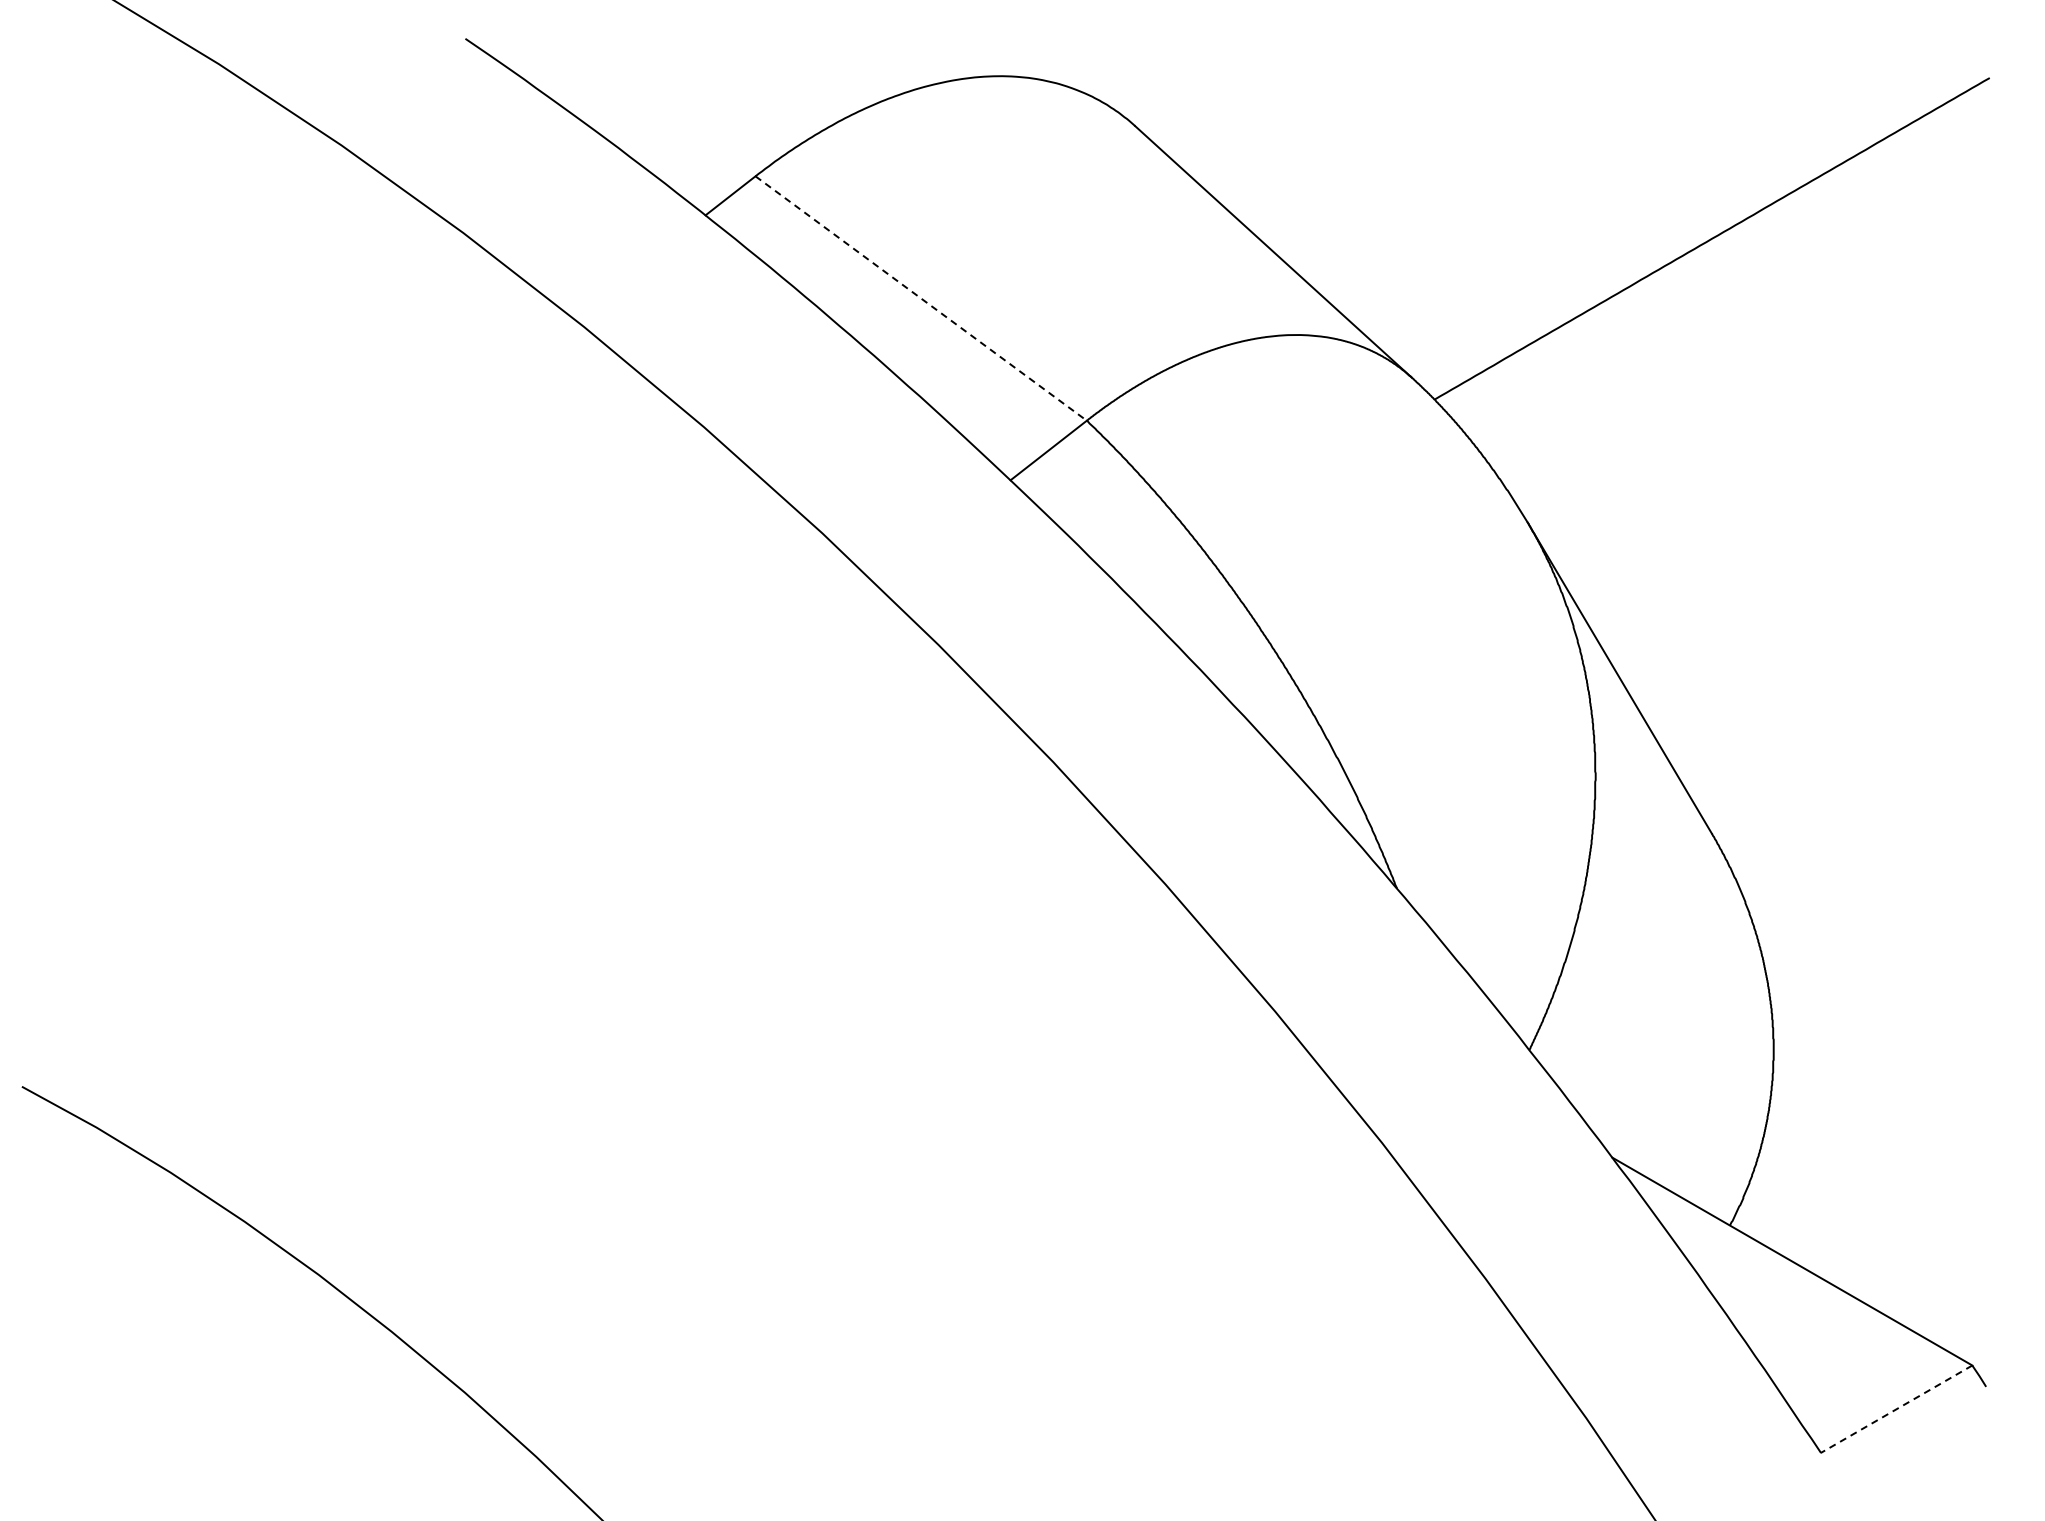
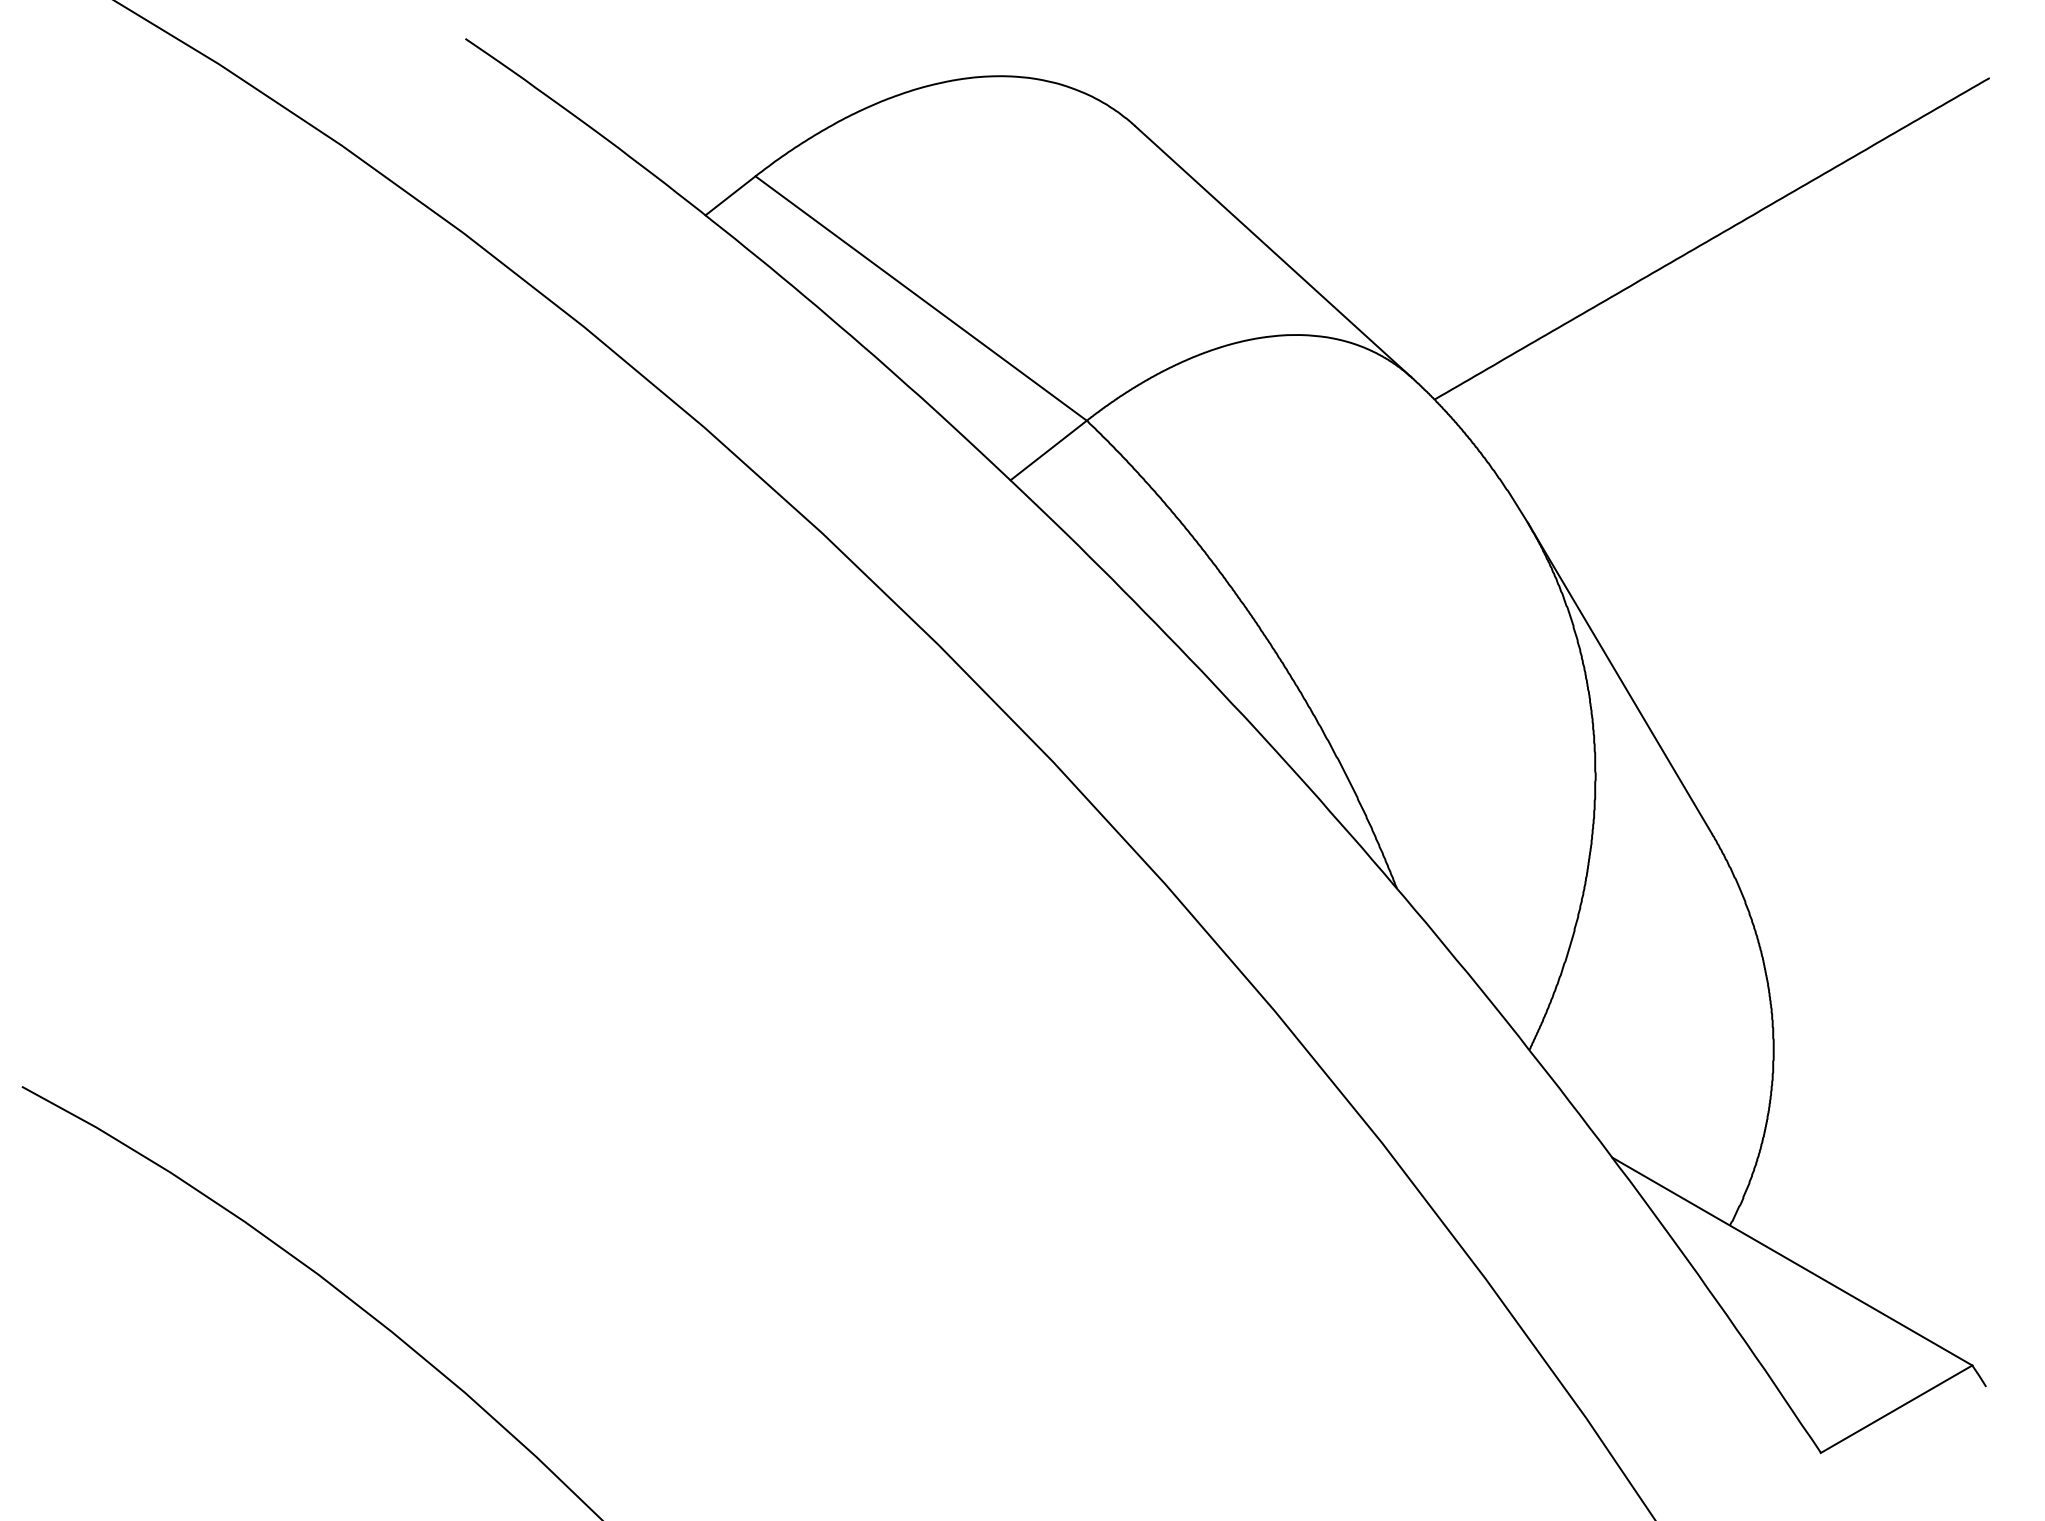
line at (921, 298): dashed -> solid
line at (1896, 1409): dashed -> solid
